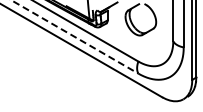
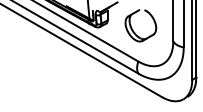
part at (133, 23) position: (133, 23) -> (133, 29)
line at (75, 37): dashed -> solid
